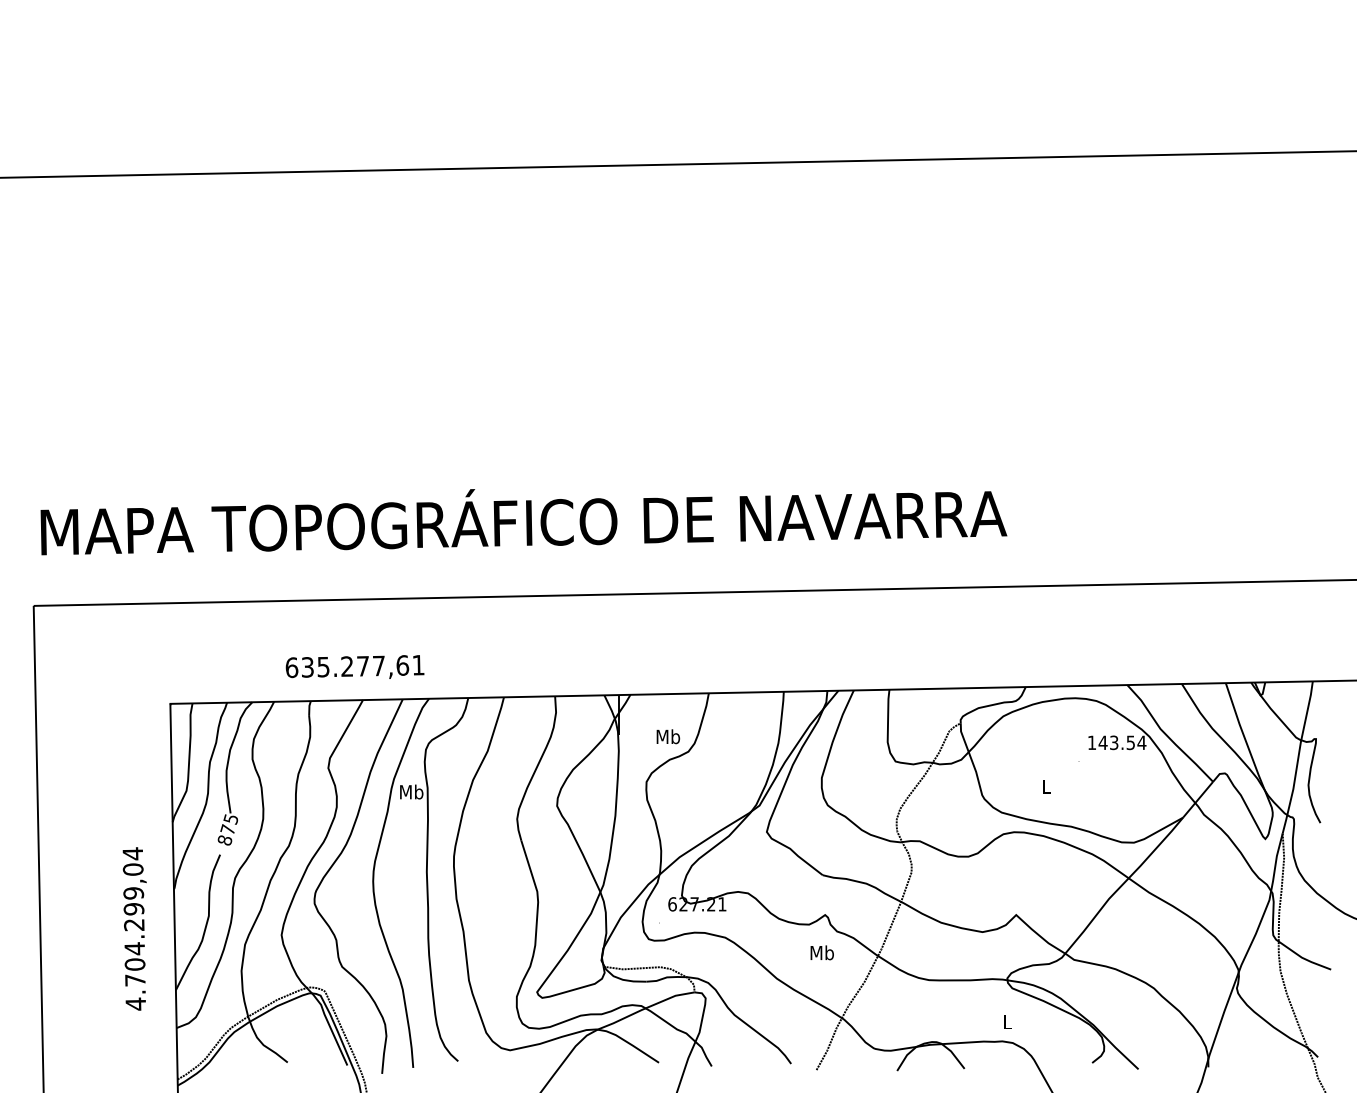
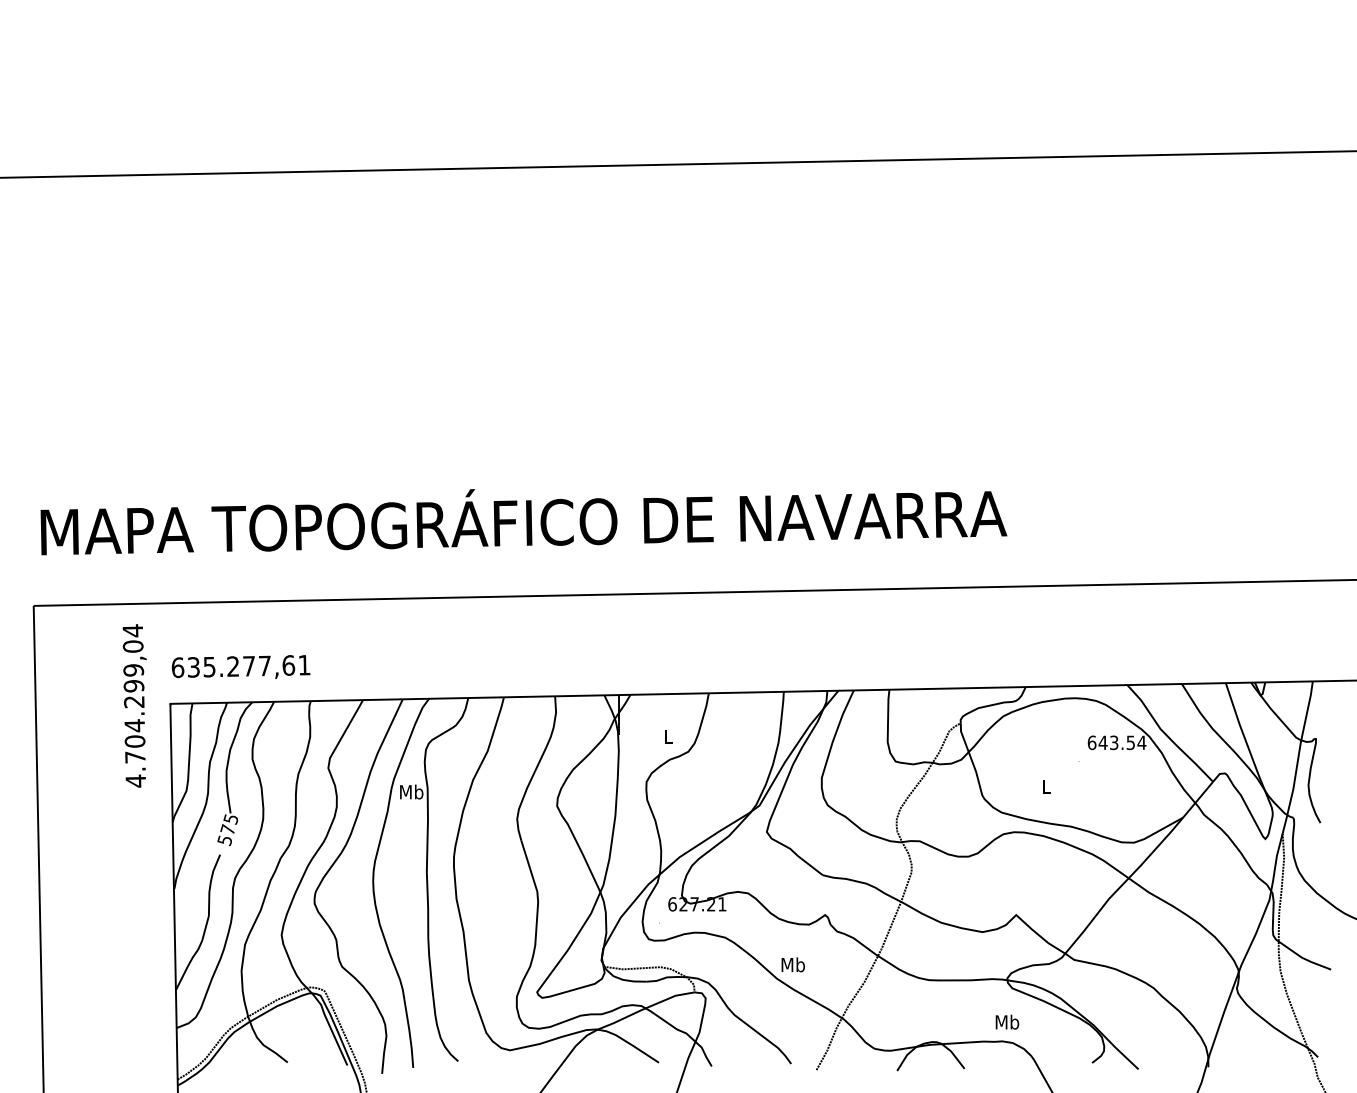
text at (354, 666) position: (354, 666) -> (240, 666)
text at (668, 736): Mb -> L
text at (1091, 742): 143.54 -> 643.54
text at (224, 840): 875 -> 575
text at (134, 928) position: (134, 928) -> (134, 705)
text at (821, 952) position: (821, 952) -> (792, 964)
text at (1007, 1021): L -> Mb
